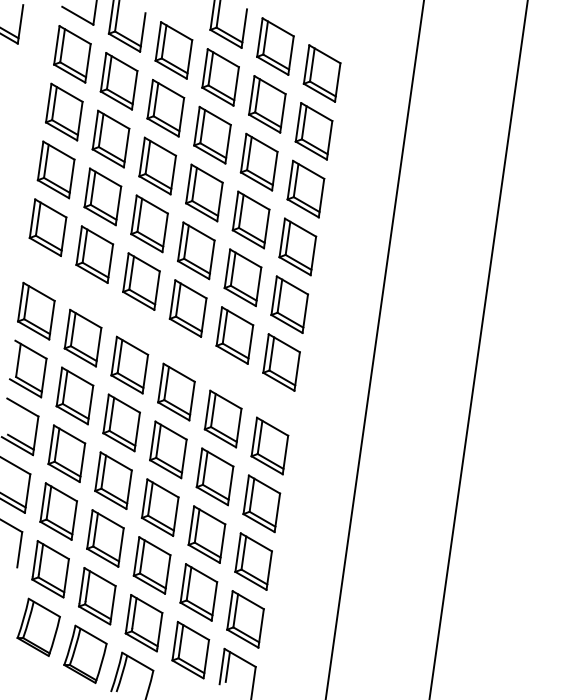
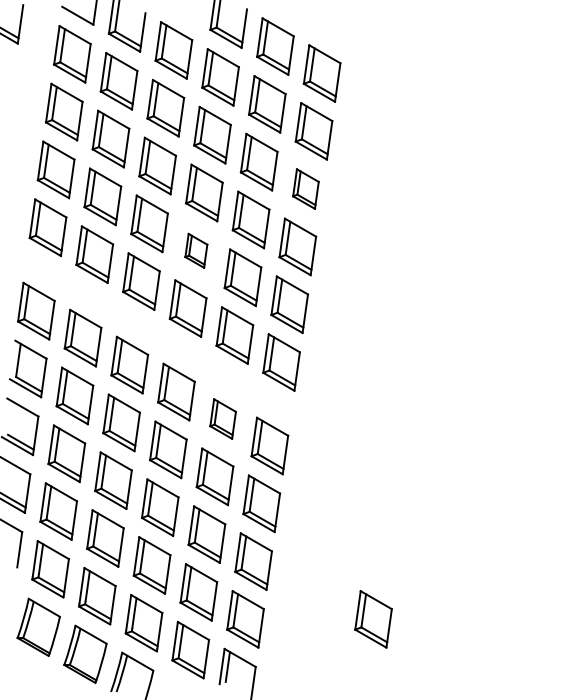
part at (305, 188) size: 40x60 px -> 28x42 px
part at (196, 250) size: 39x60 px -> 25x37 px
line at (374, 349): present -> none
line at (478, 349): present -> none
part at (222, 418) size: 40x60 px -> 28x42 px
part at (373, 619): none -> present
